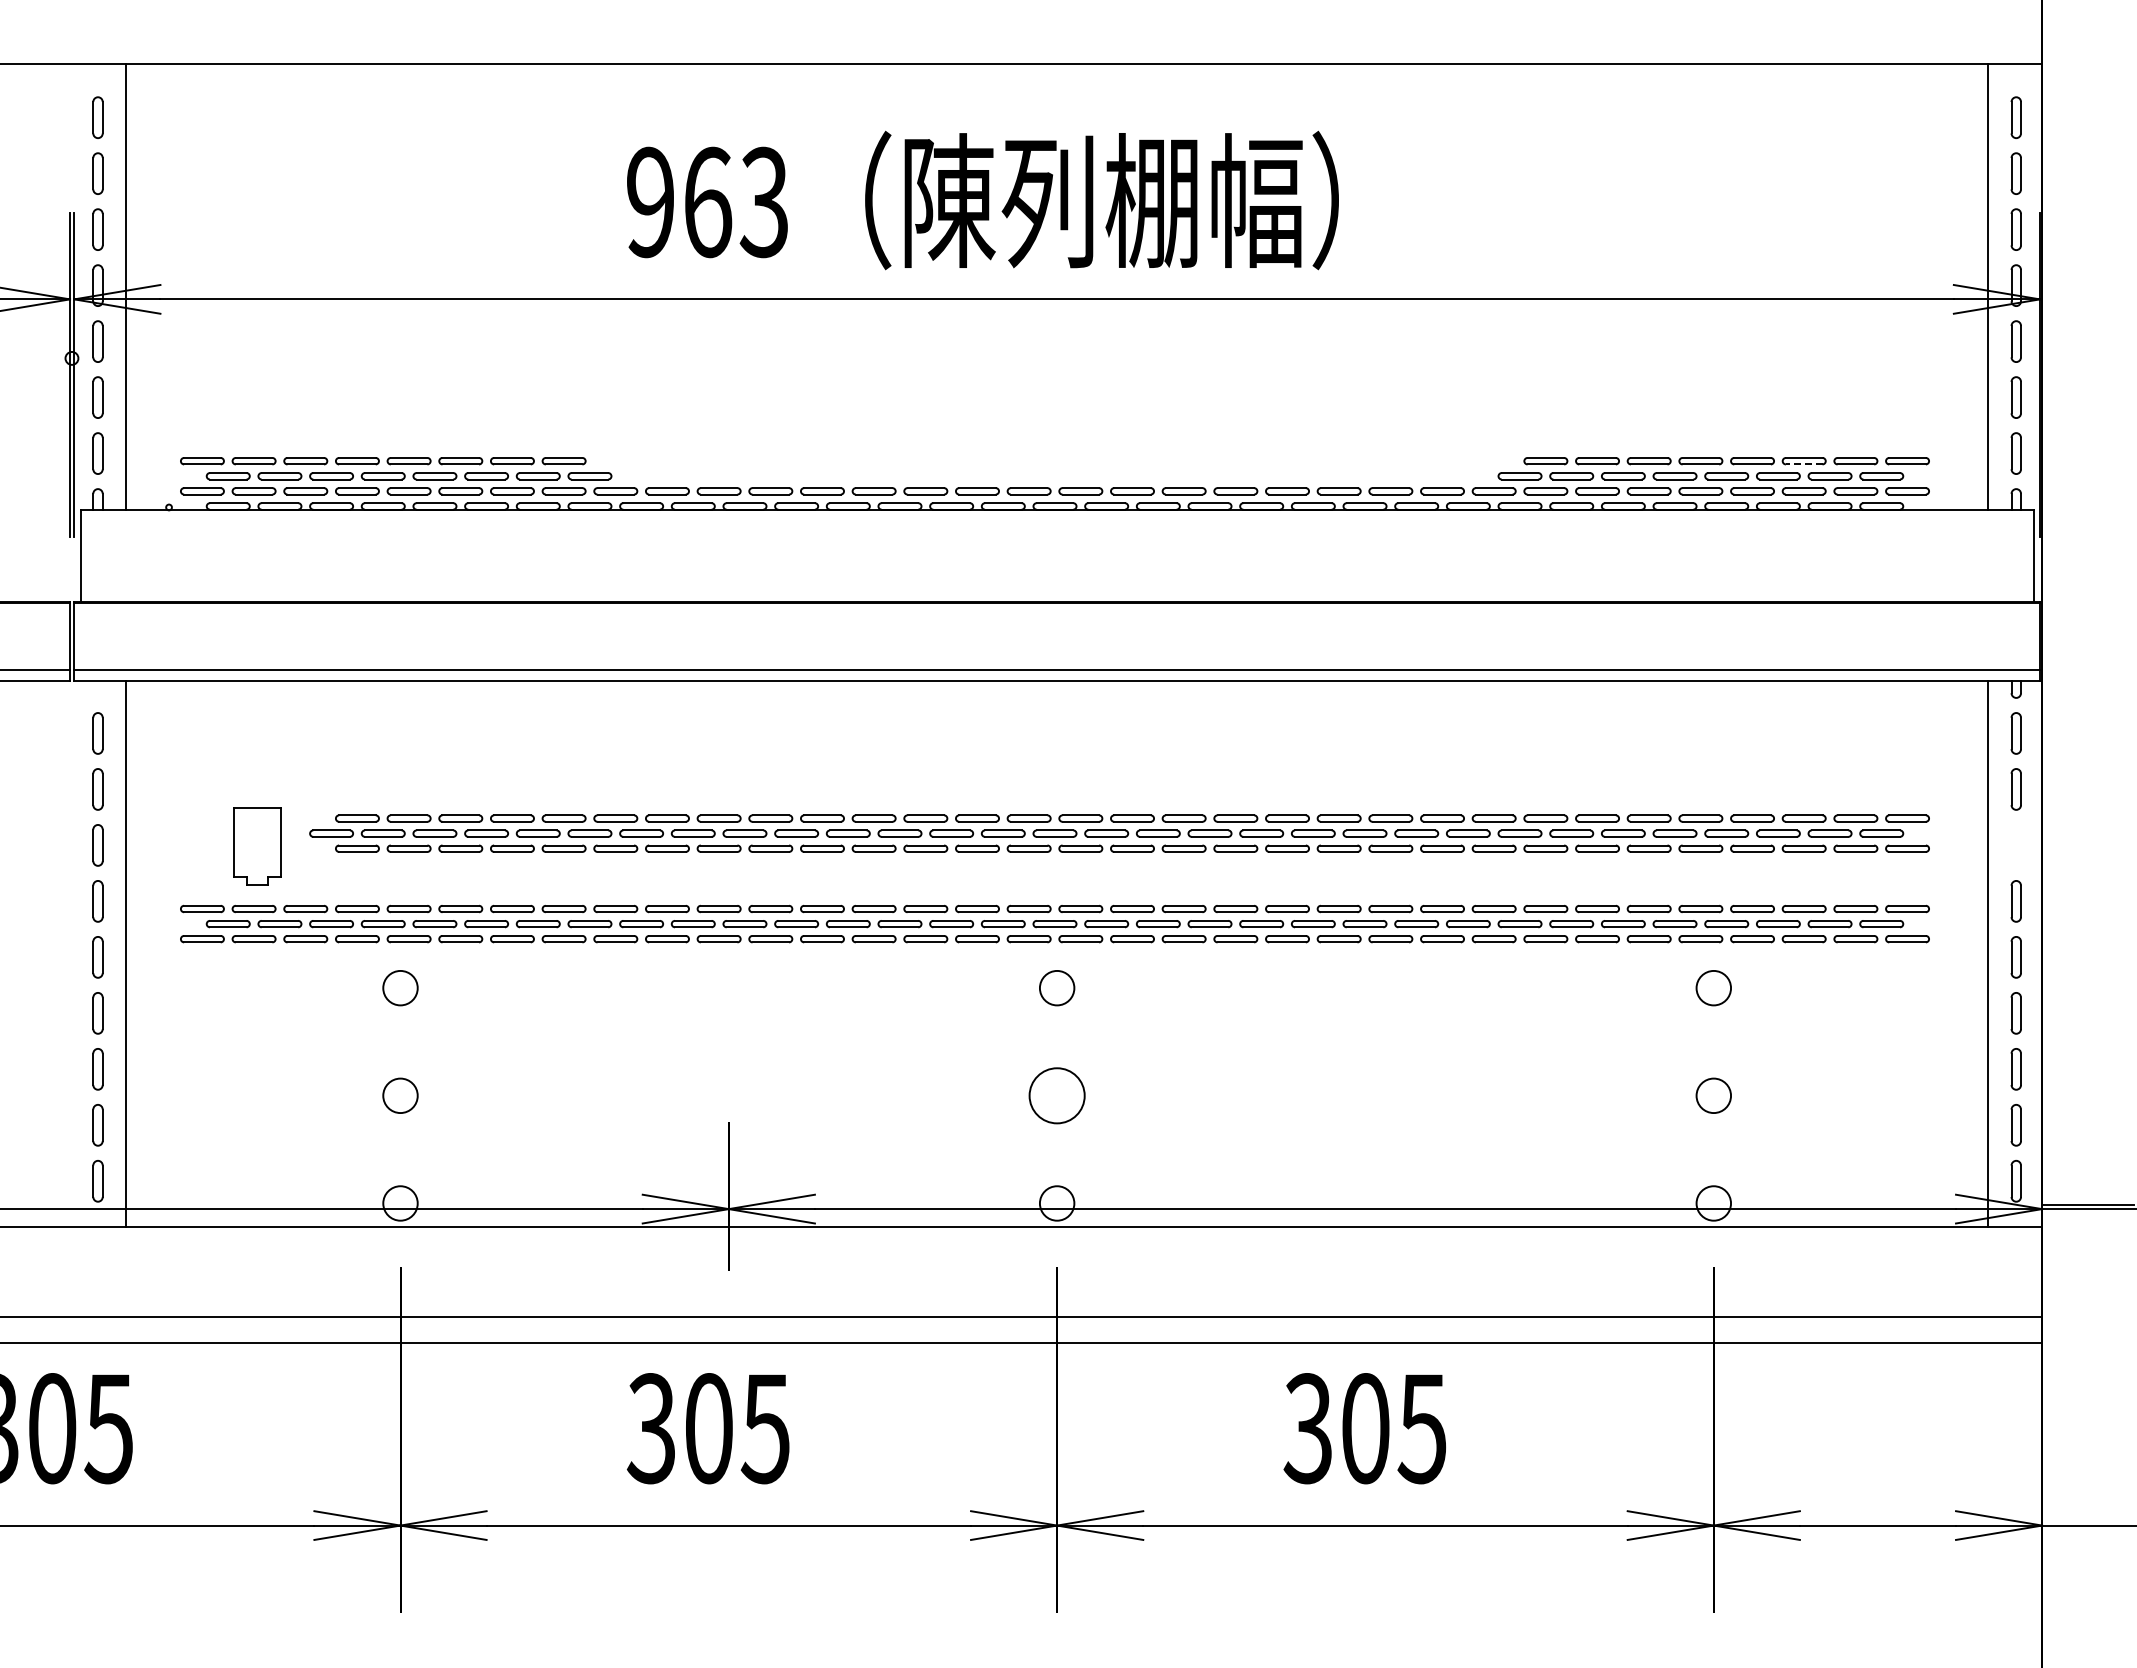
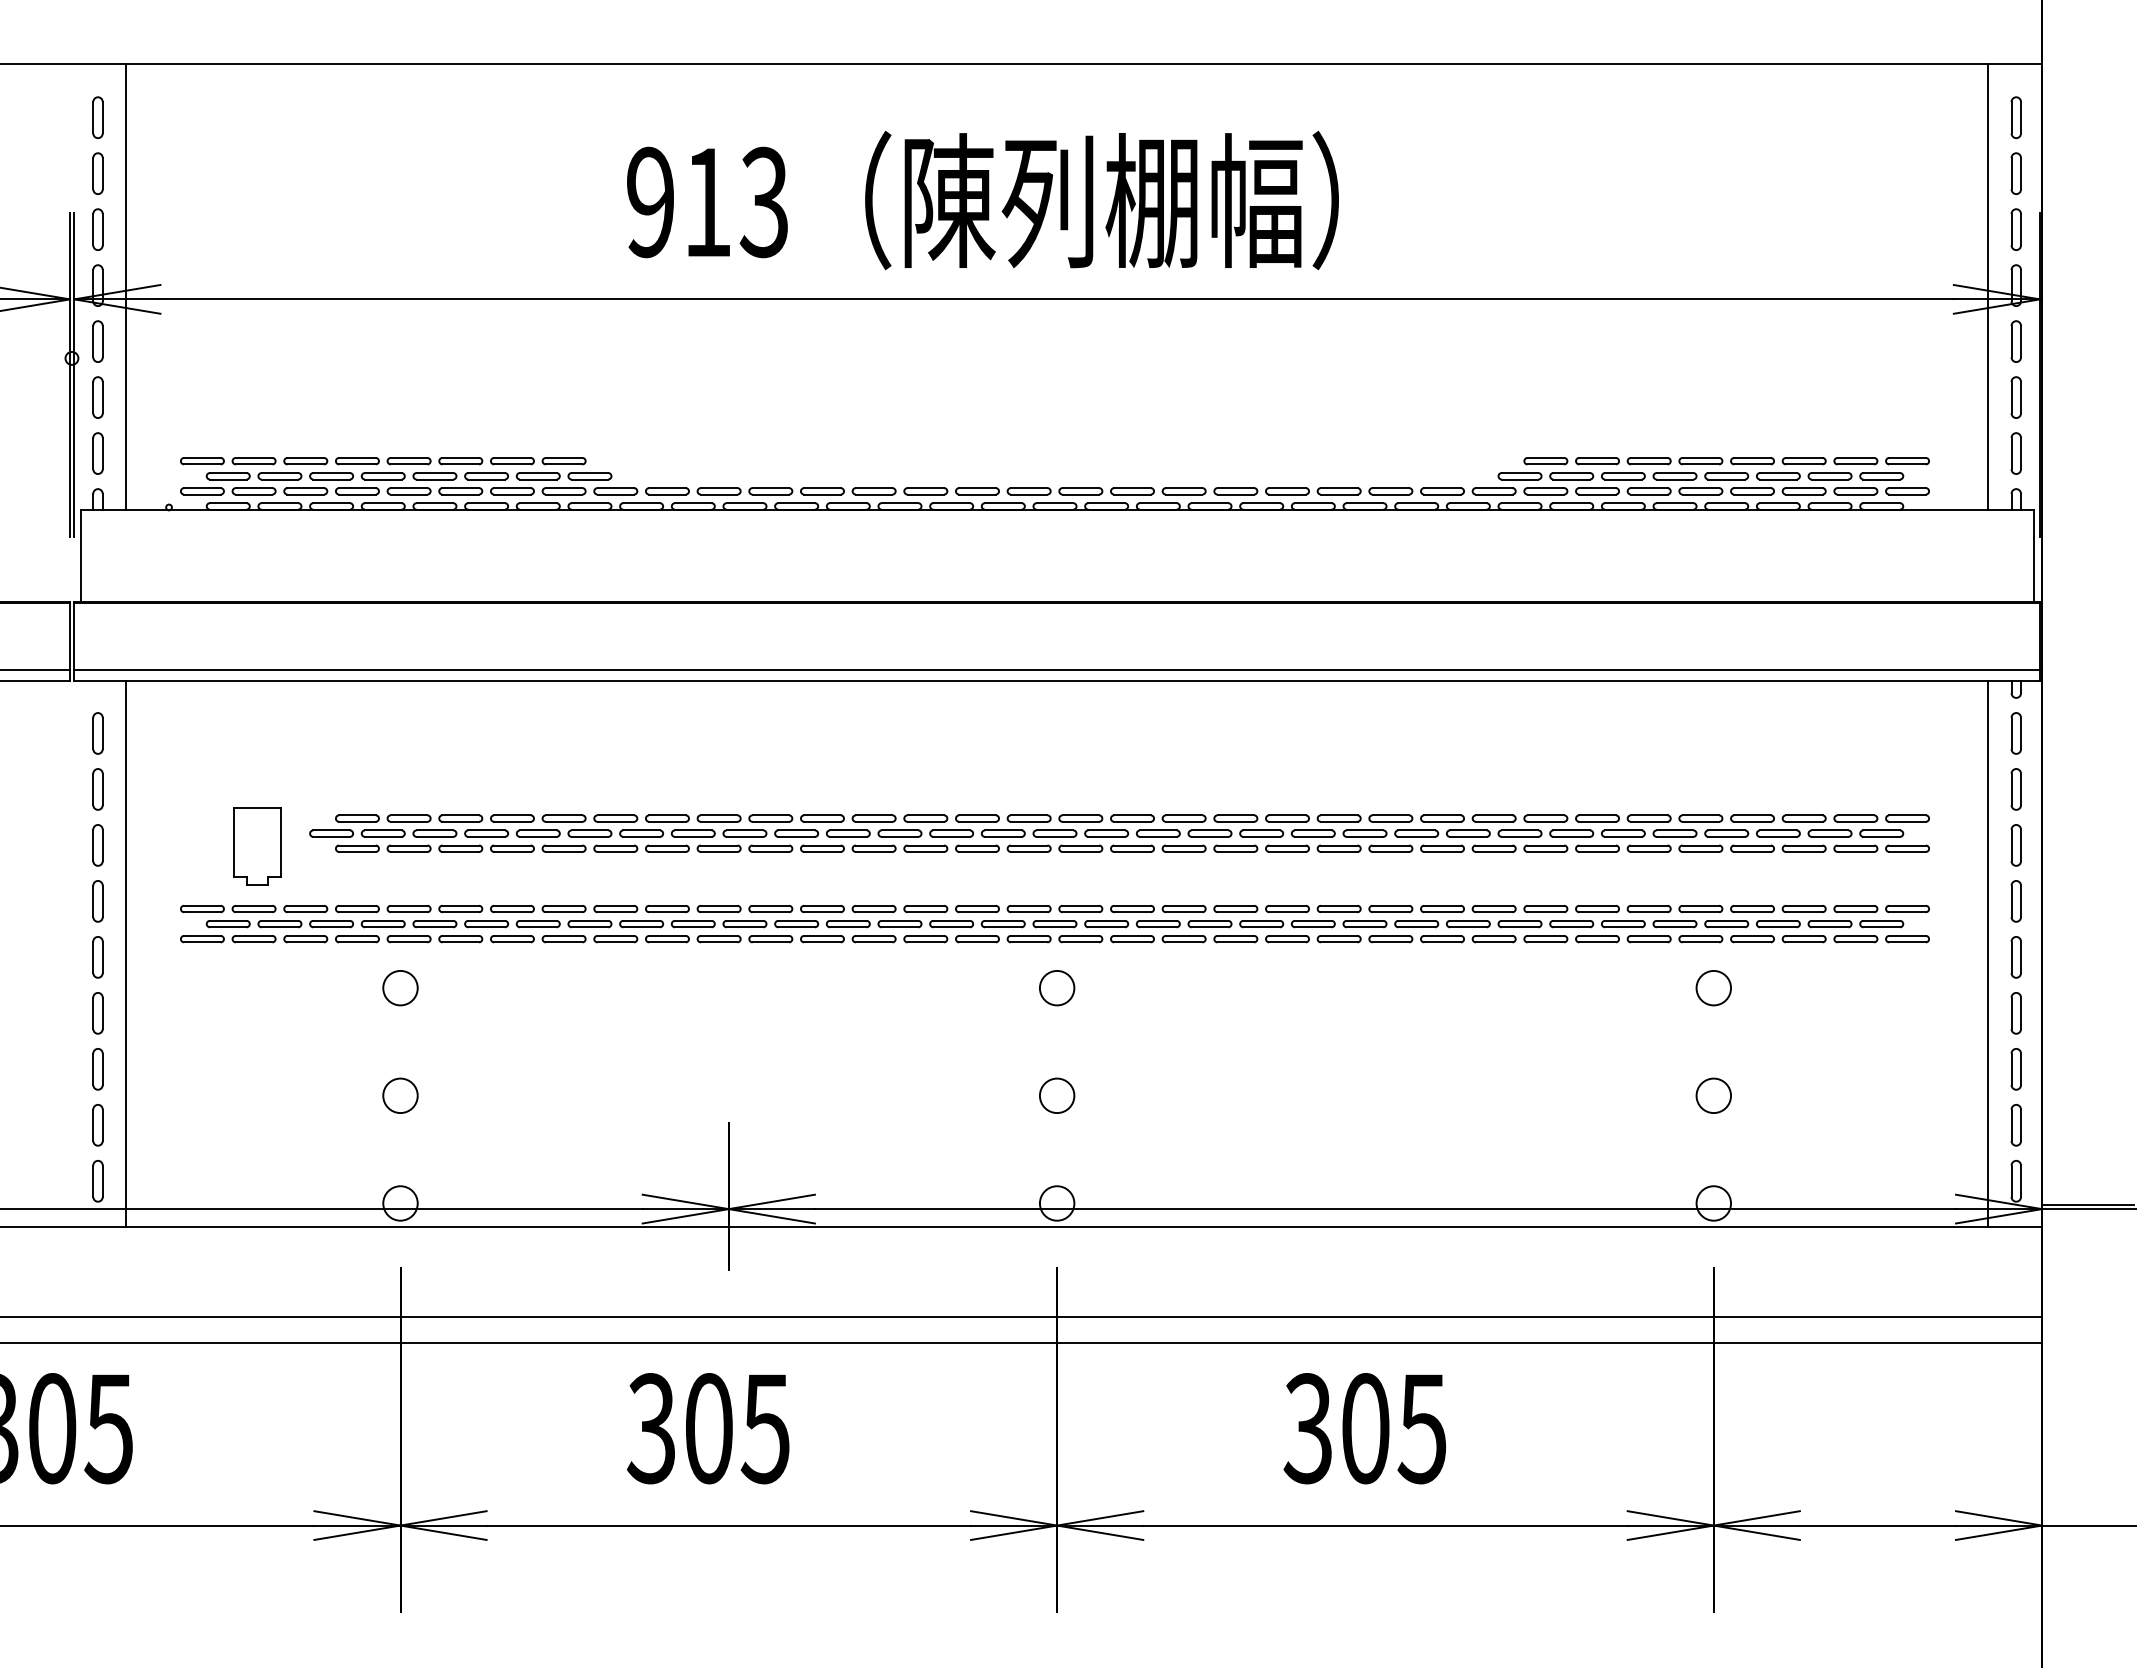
text at (708, 202): 963 -> 913
line at (1803, 464): dashed -> solid
part at (2015, 845): none -> present
circle at (1056, 1095) diameter: 55 px -> 34 px
